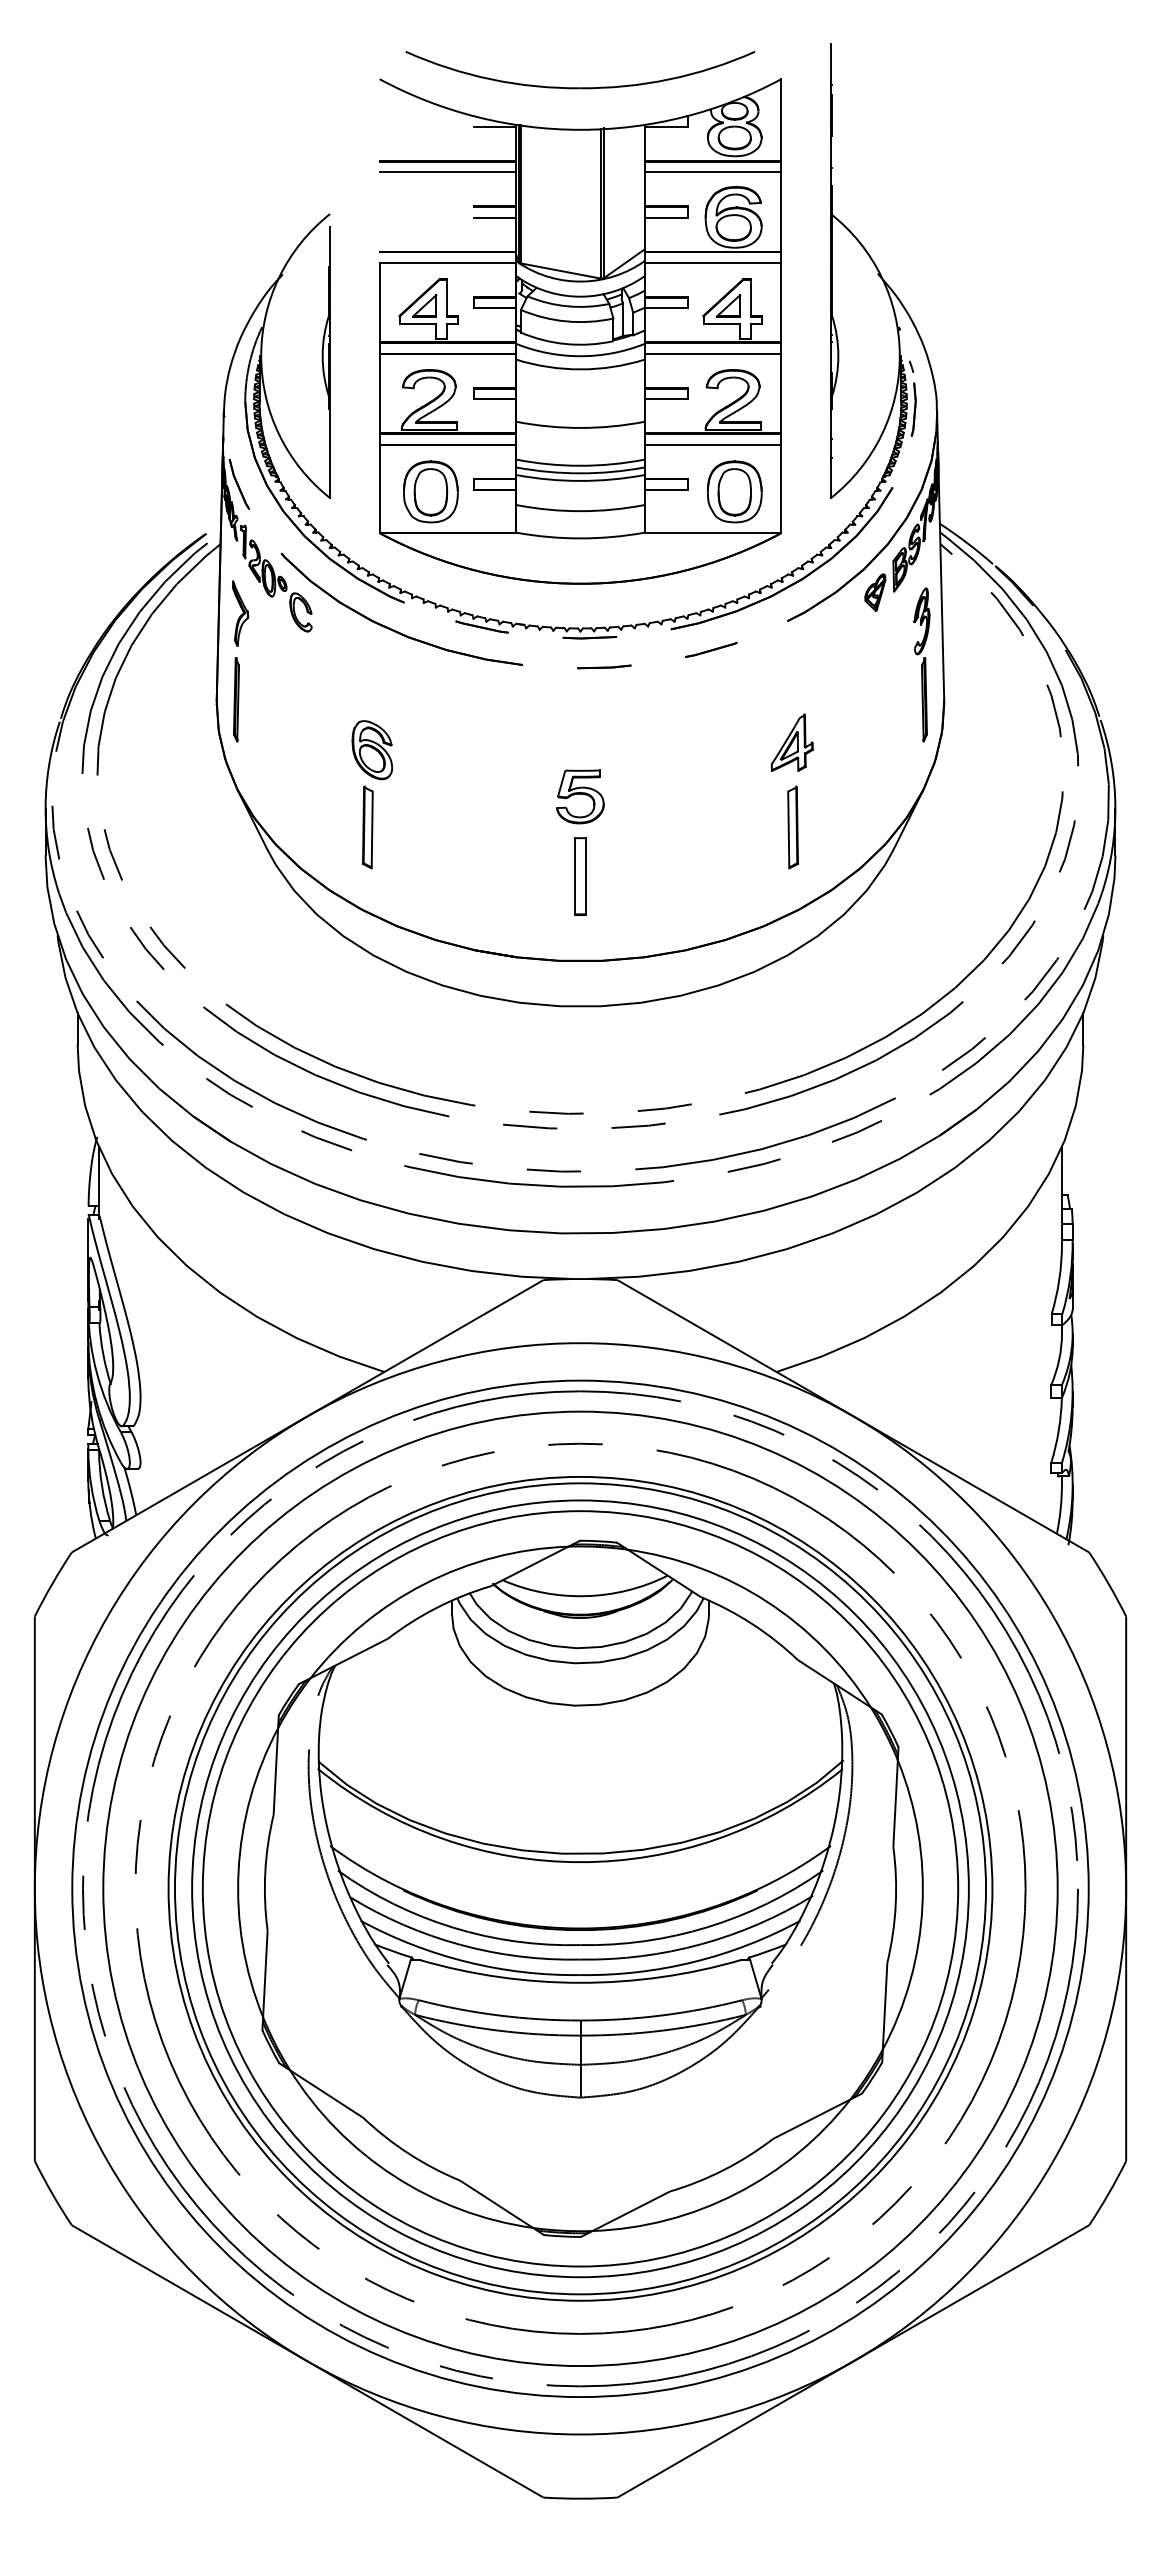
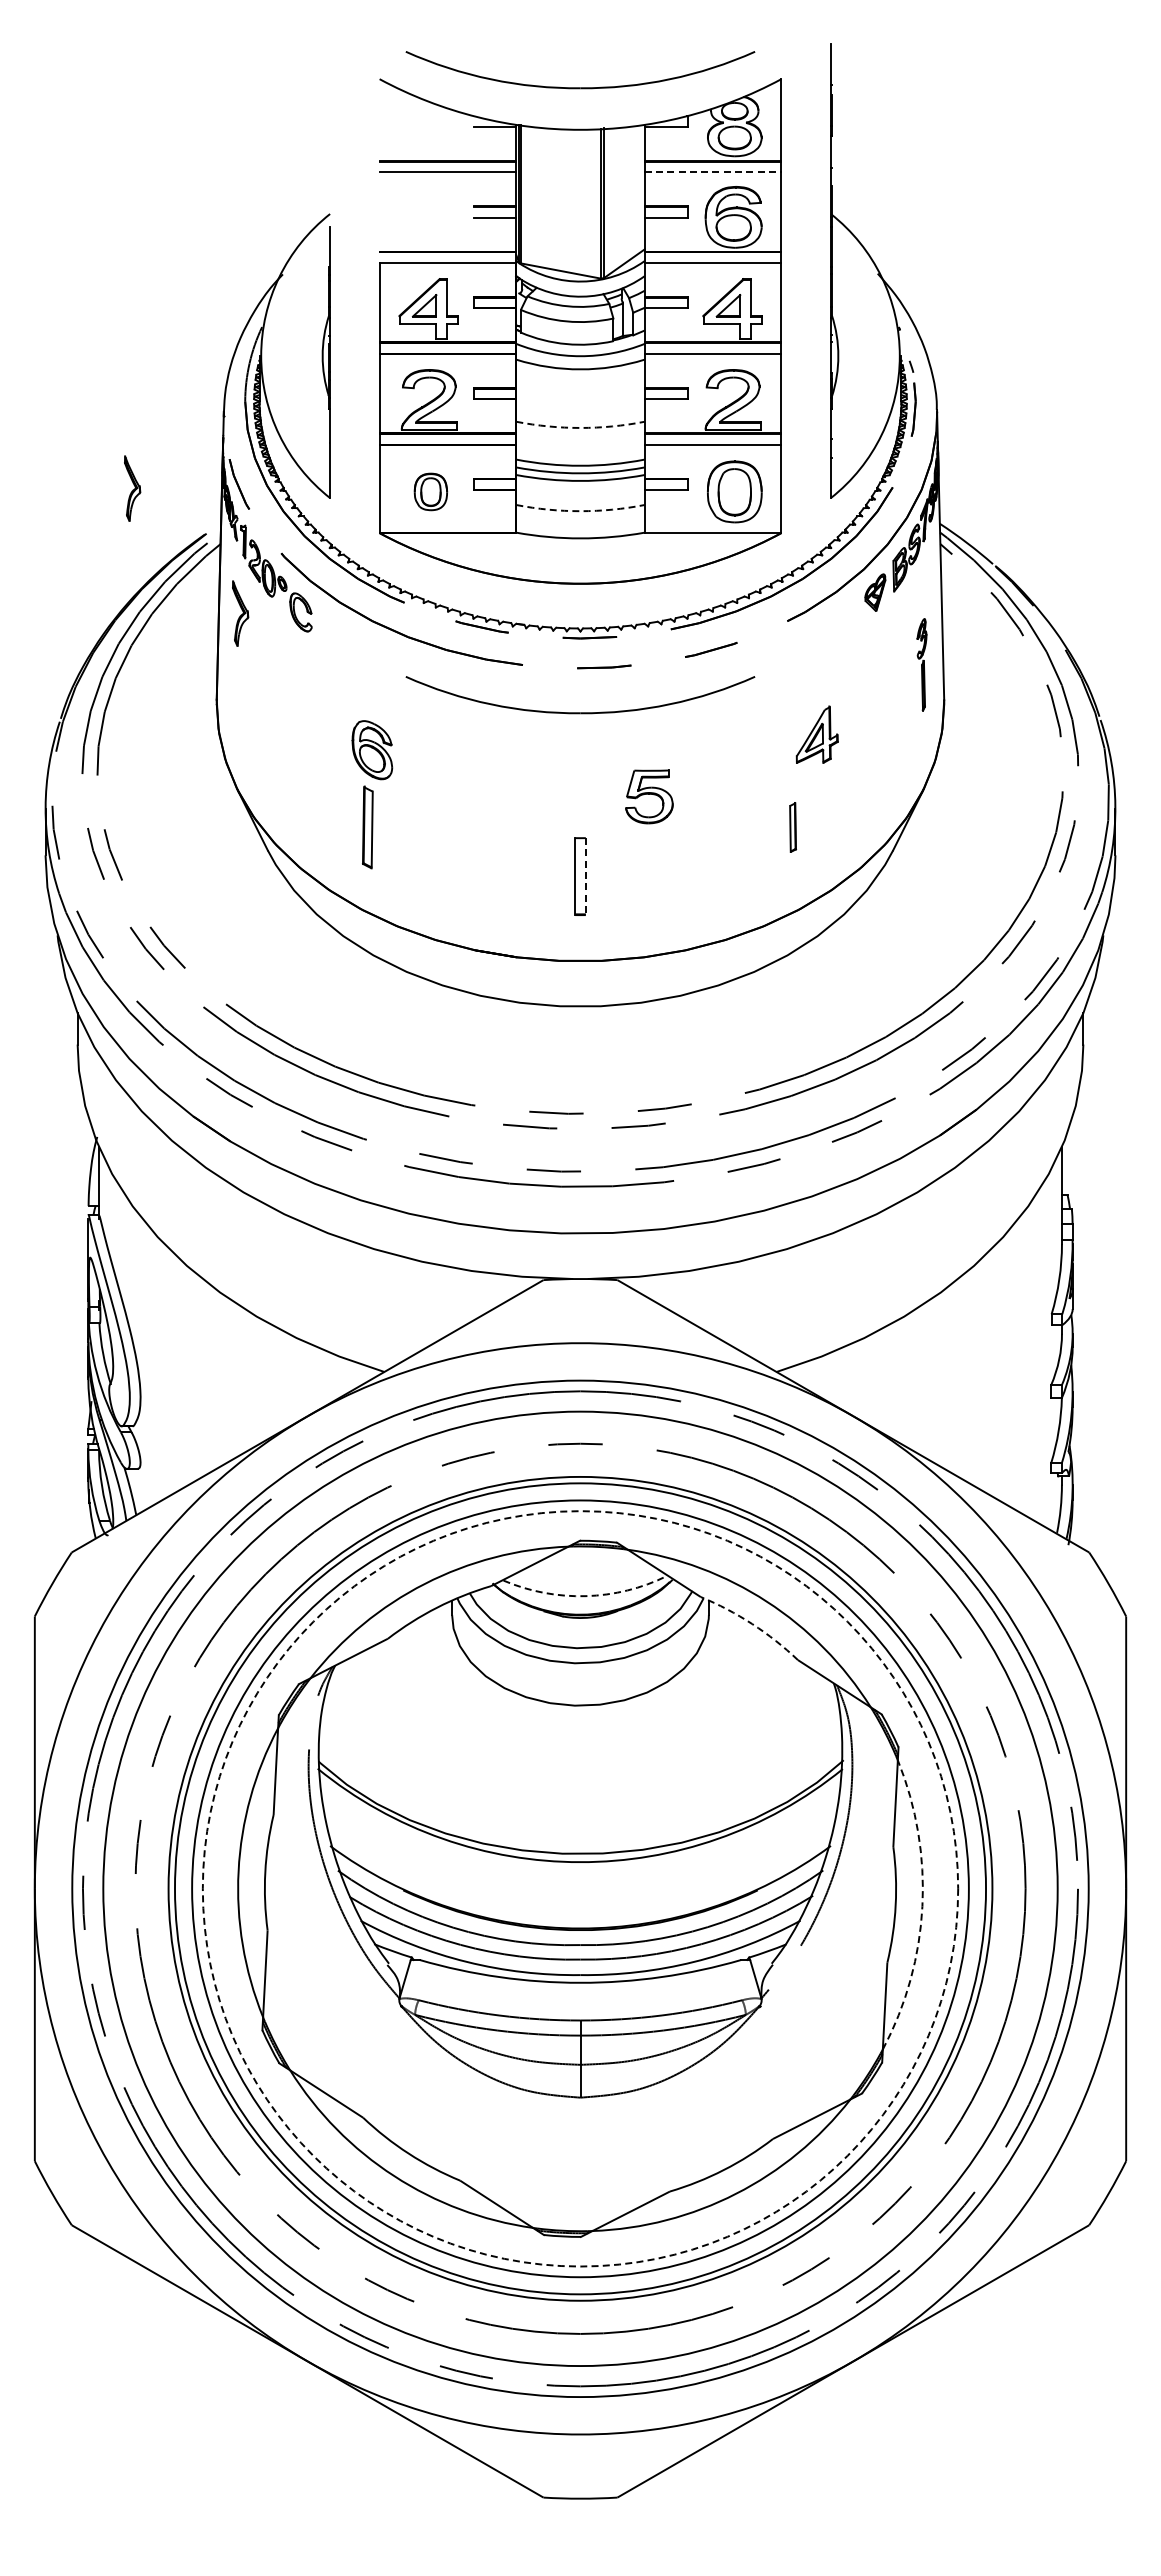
line at (713, 172): solid -> dashed
arc at (580, 427): solid -> dashed
part at (132, 488): none -> present
part at (430, 491) size: 56x64 px -> 36x40 px
arc at (580, 511): solid -> dashed
part at (921, 664) size: 18x156 px -> 12x94 px
part at (236, 699): present -> none
part at (580, 712): none -> present
part at (791, 742) position: (791, 742) -> (816, 734)
part at (580, 796) position: (580, 796) -> (649, 796)
part at (792, 827) size: 12x85 px -> 8x51 px
line at (585, 877): solid -> dashed
arc at (585, 1596): solid -> dashed
arc at (752, 1624): solid -> dashed
circle at (580, 1888): solid -> dashed
arc at (922, 1906): solid -> dashed
